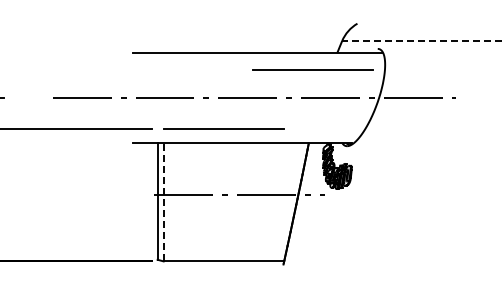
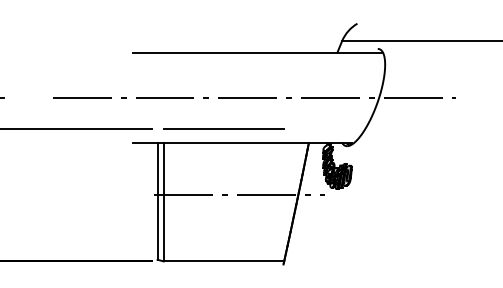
line at (422, 41): dashed -> solid
line at (312, 69): present -> none
line at (163, 202): dashed -> solid
